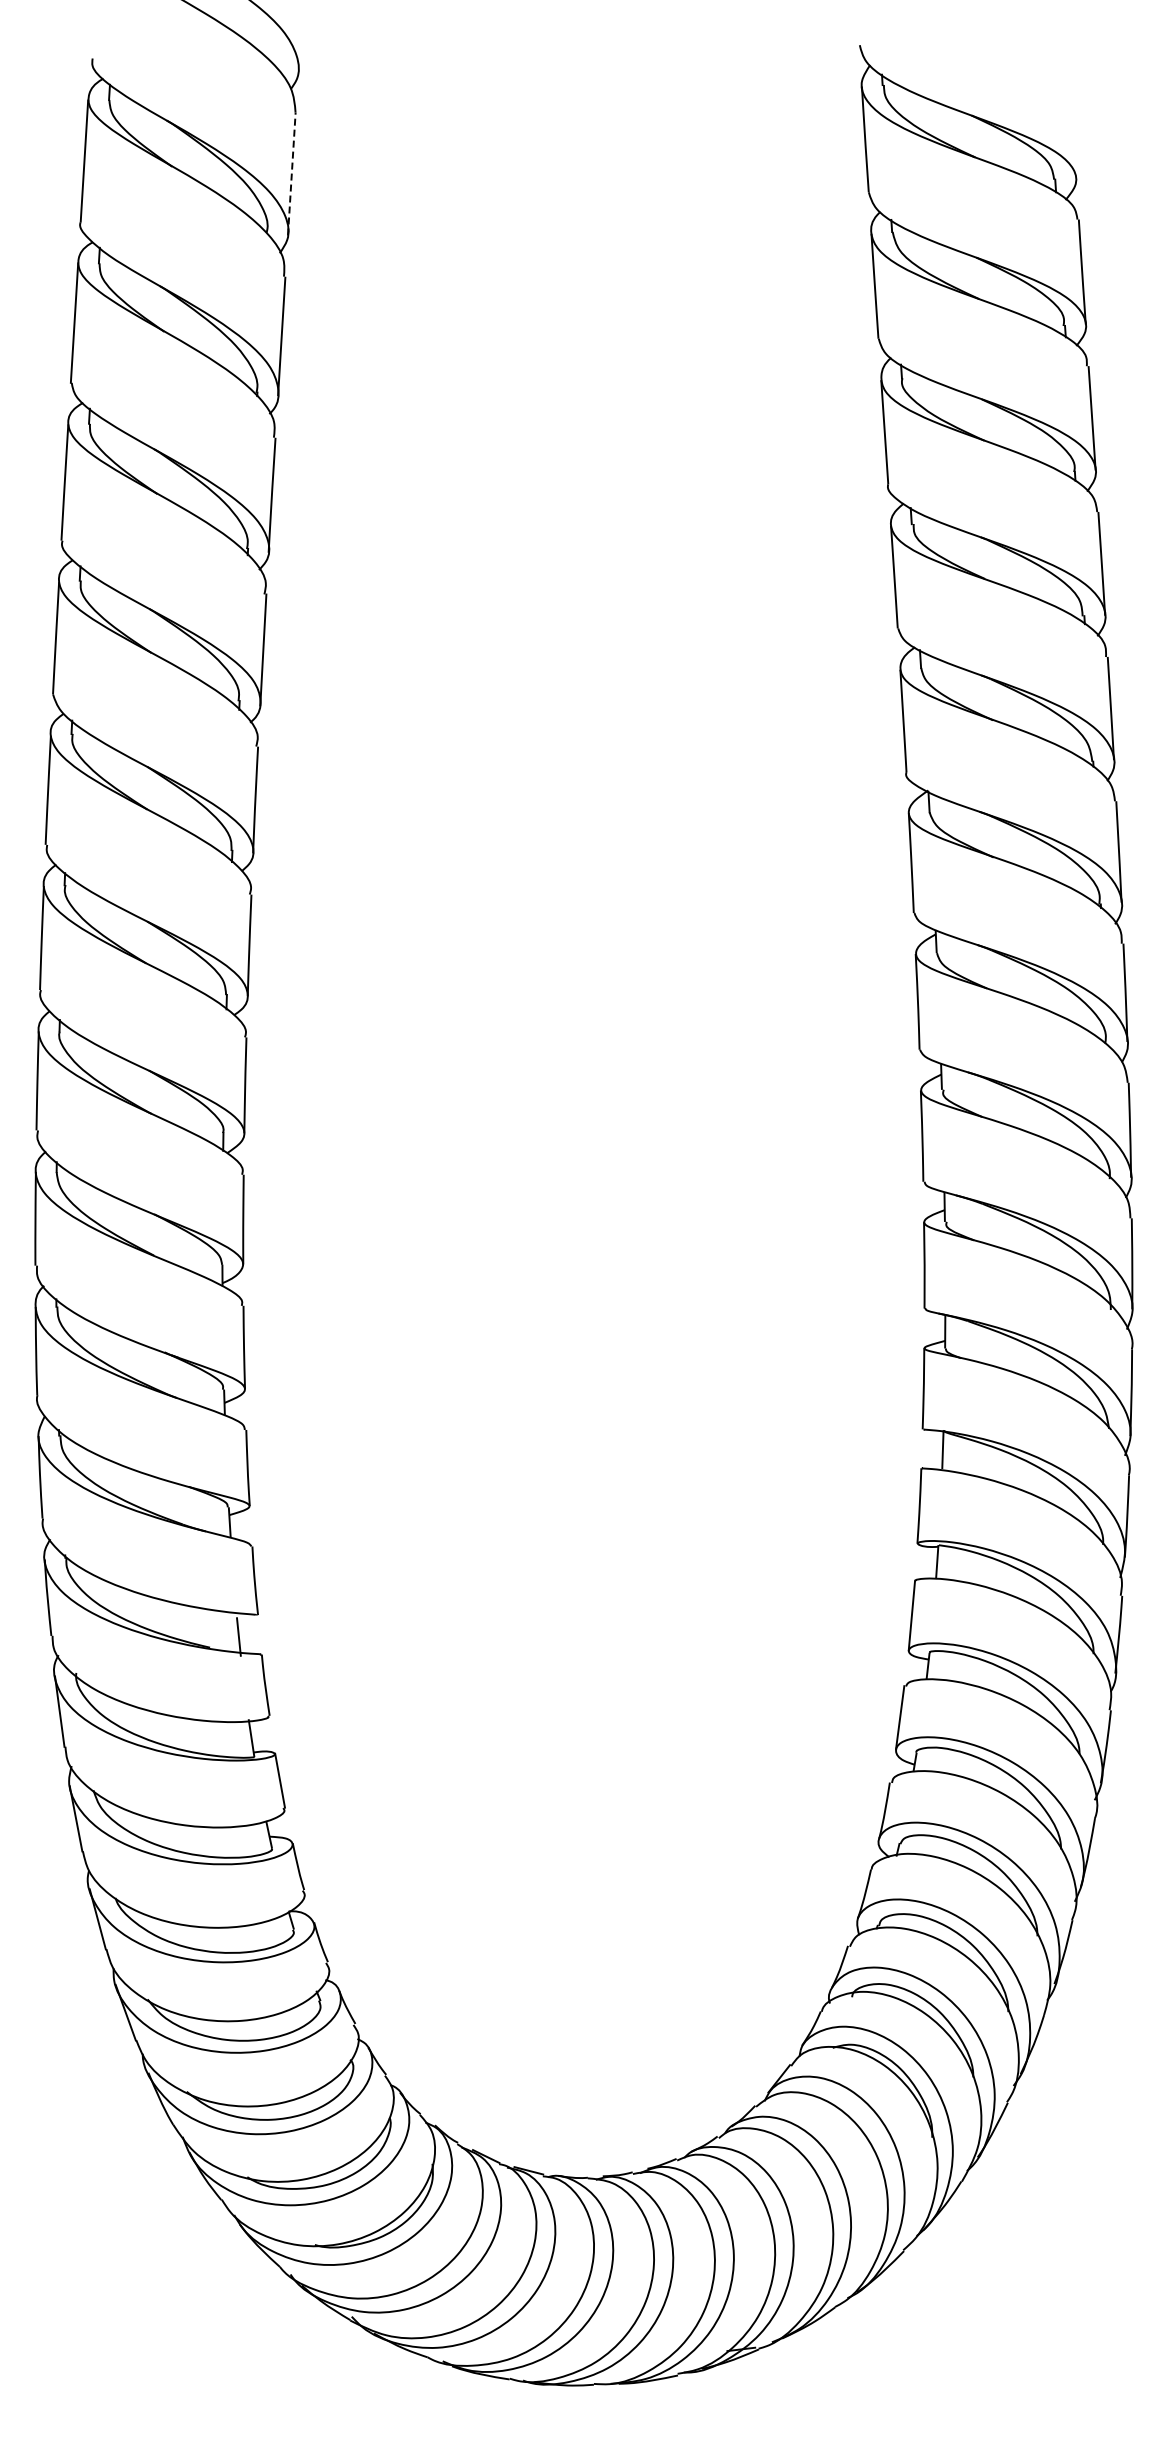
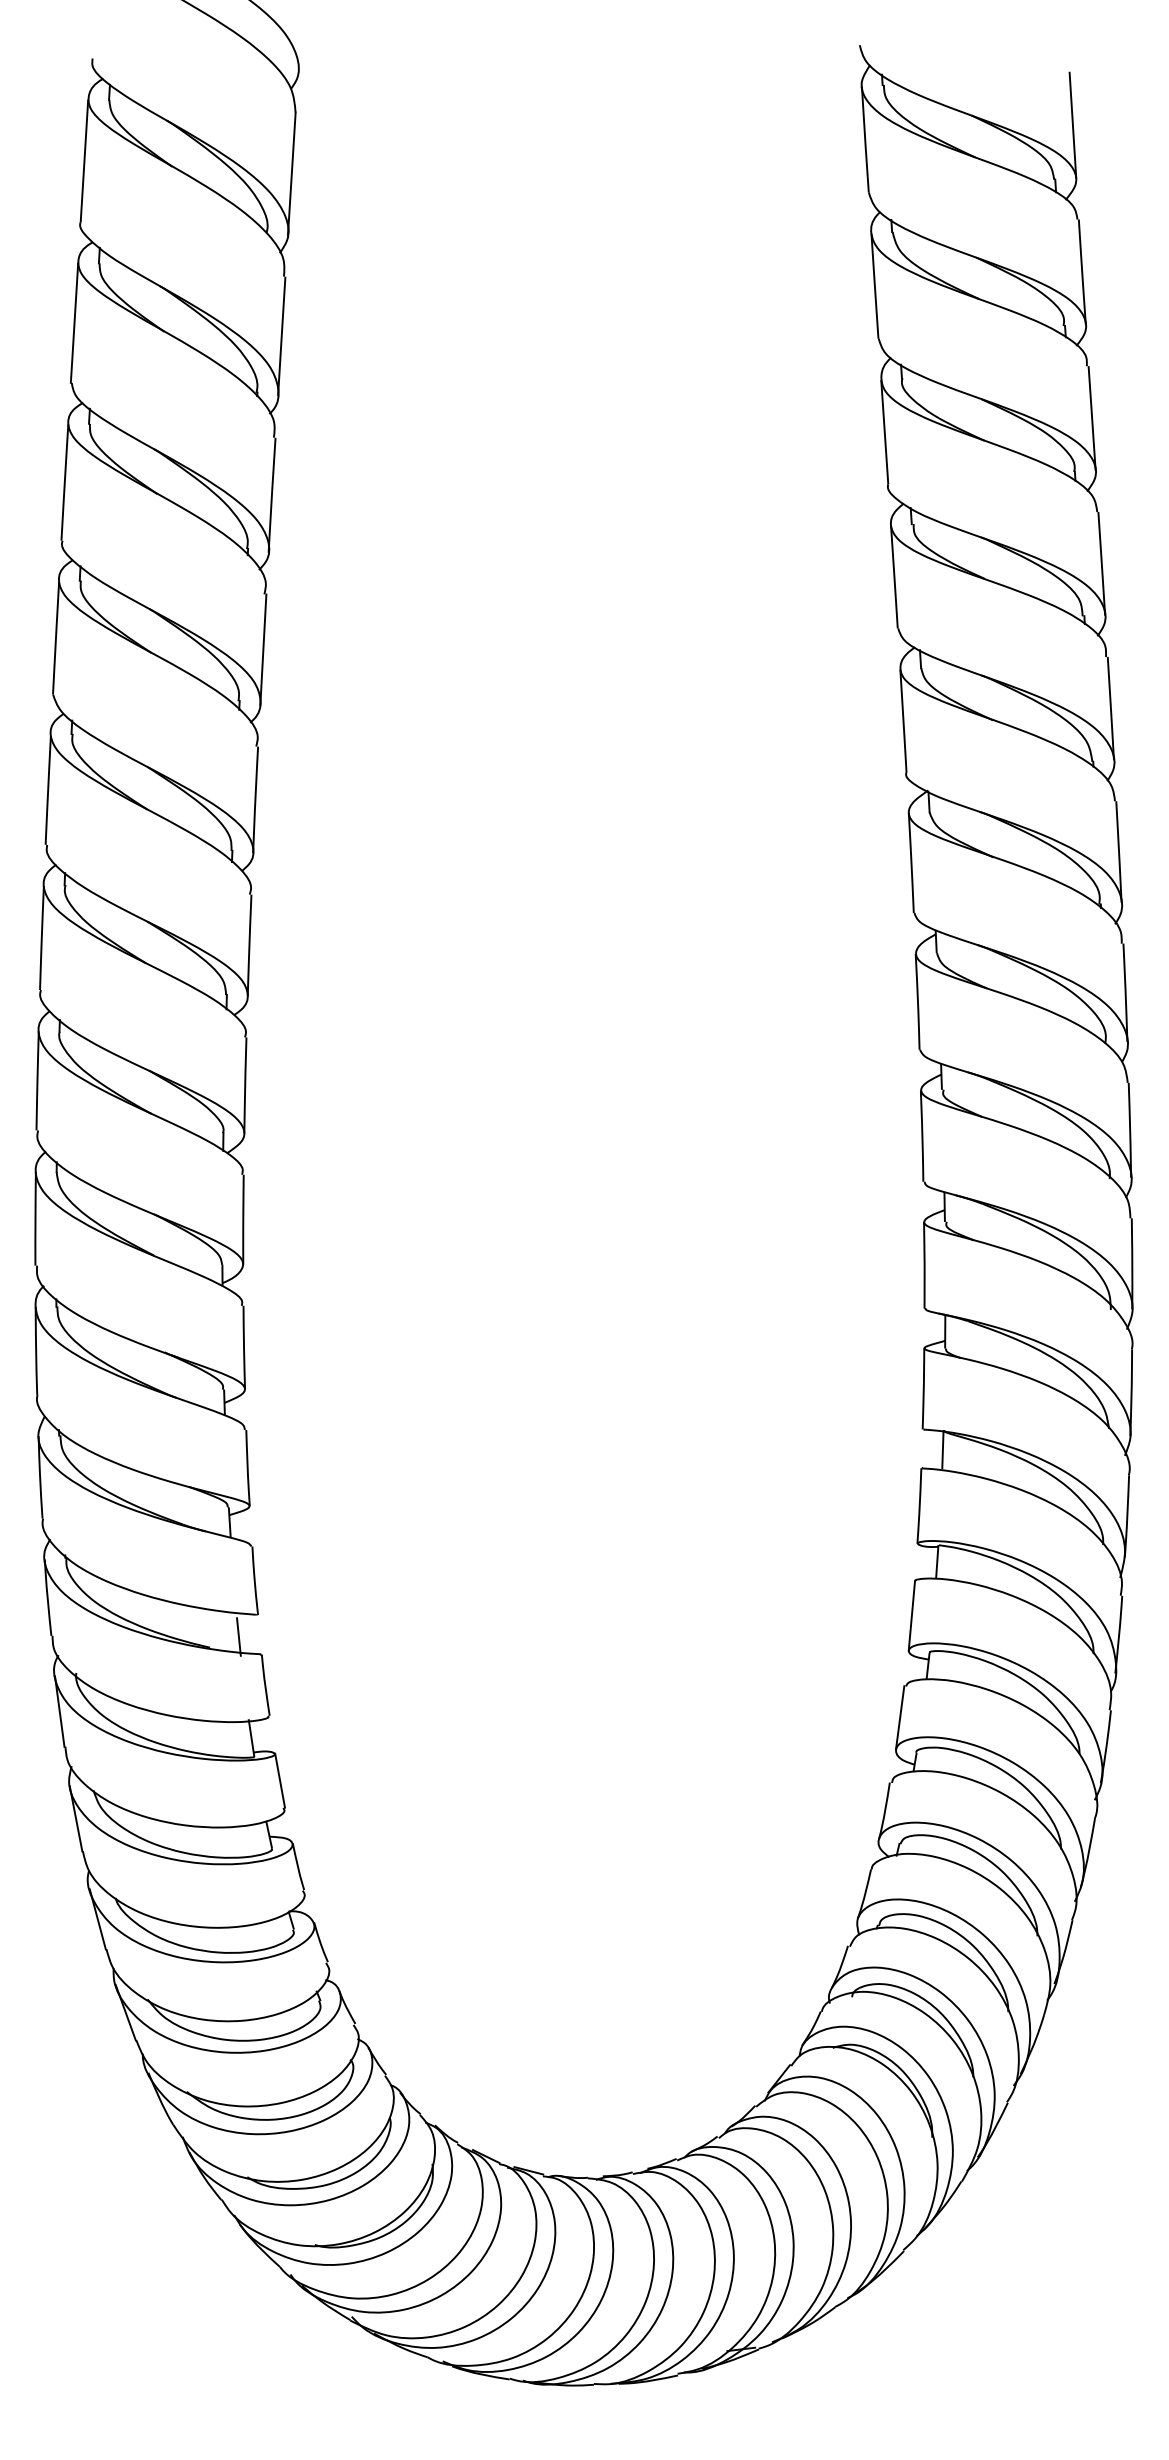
line at (1072, 124): none -> present
line at (291, 174): dashed -> solid
